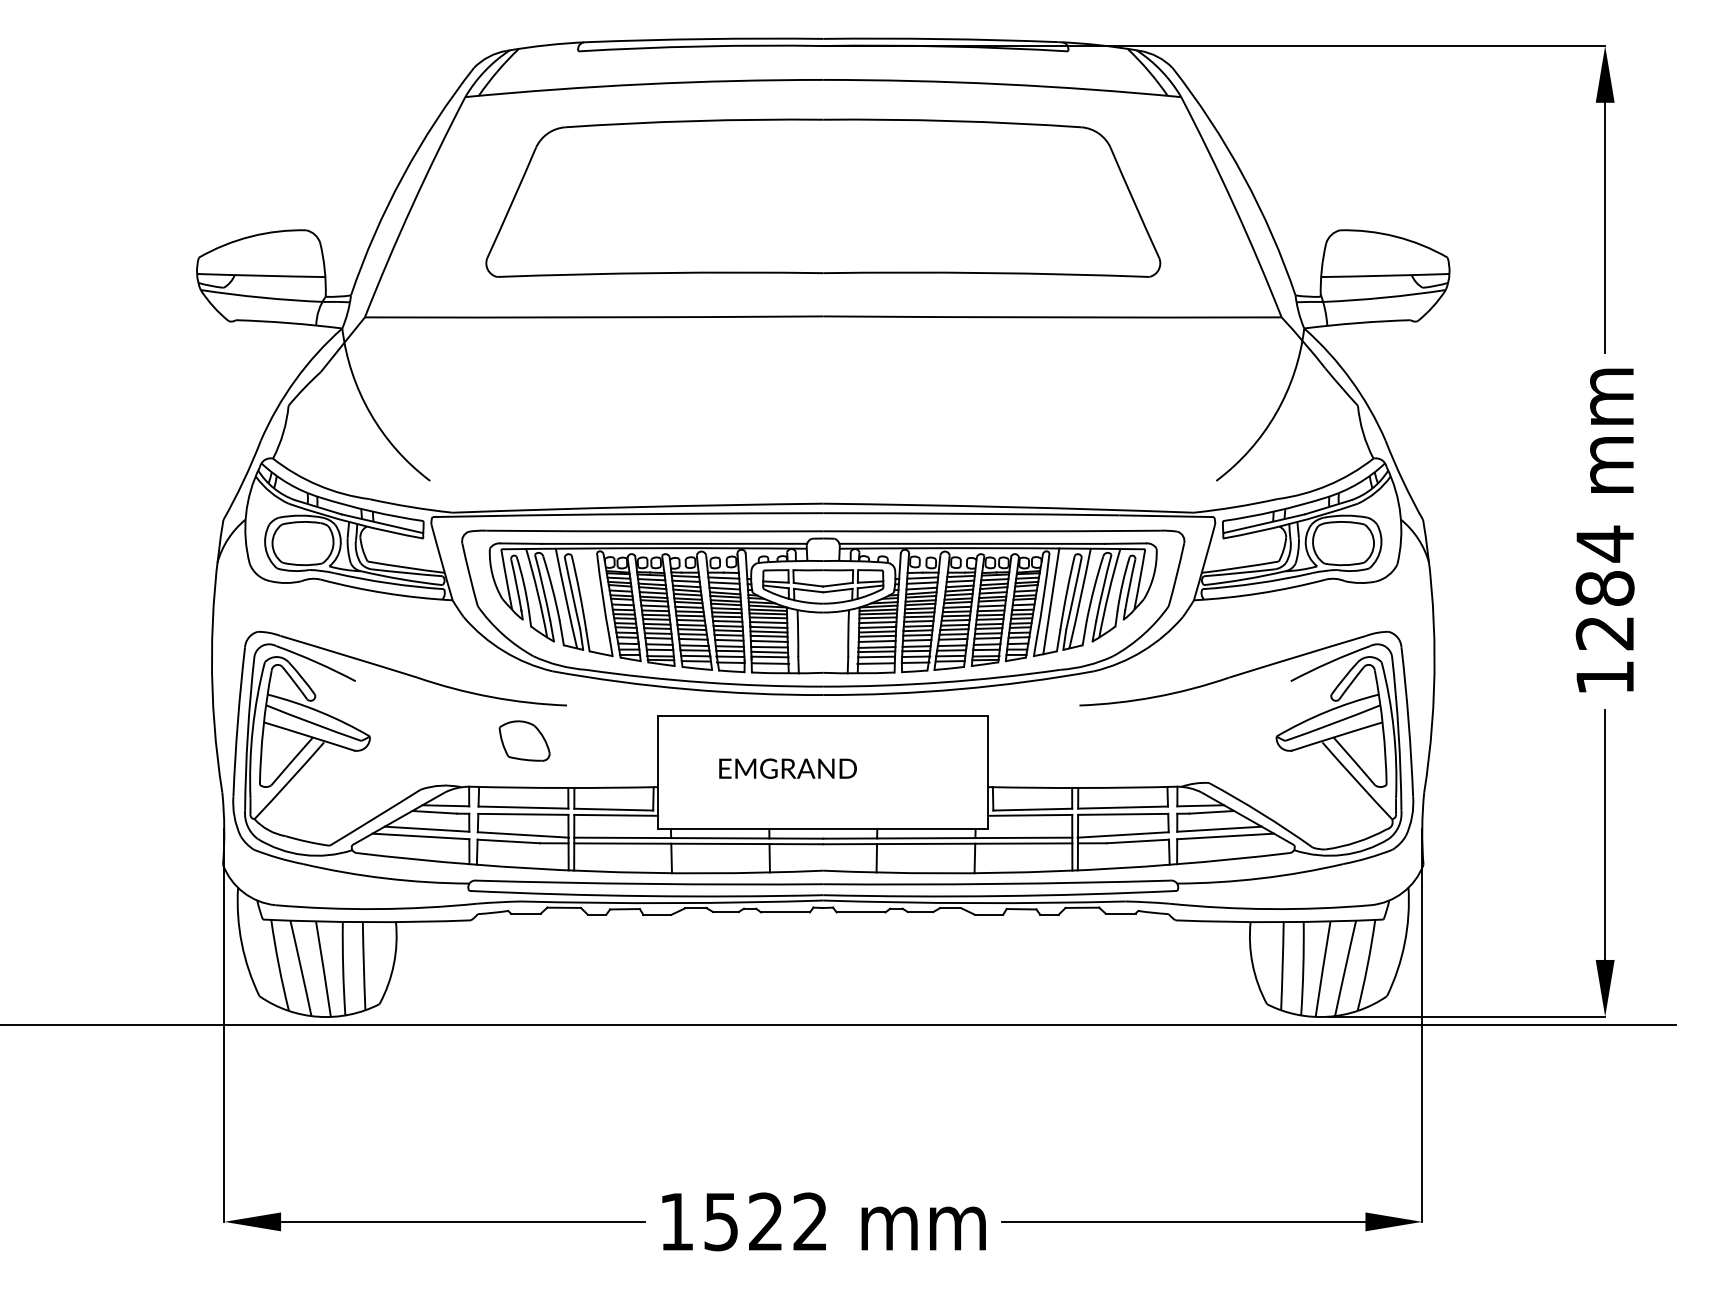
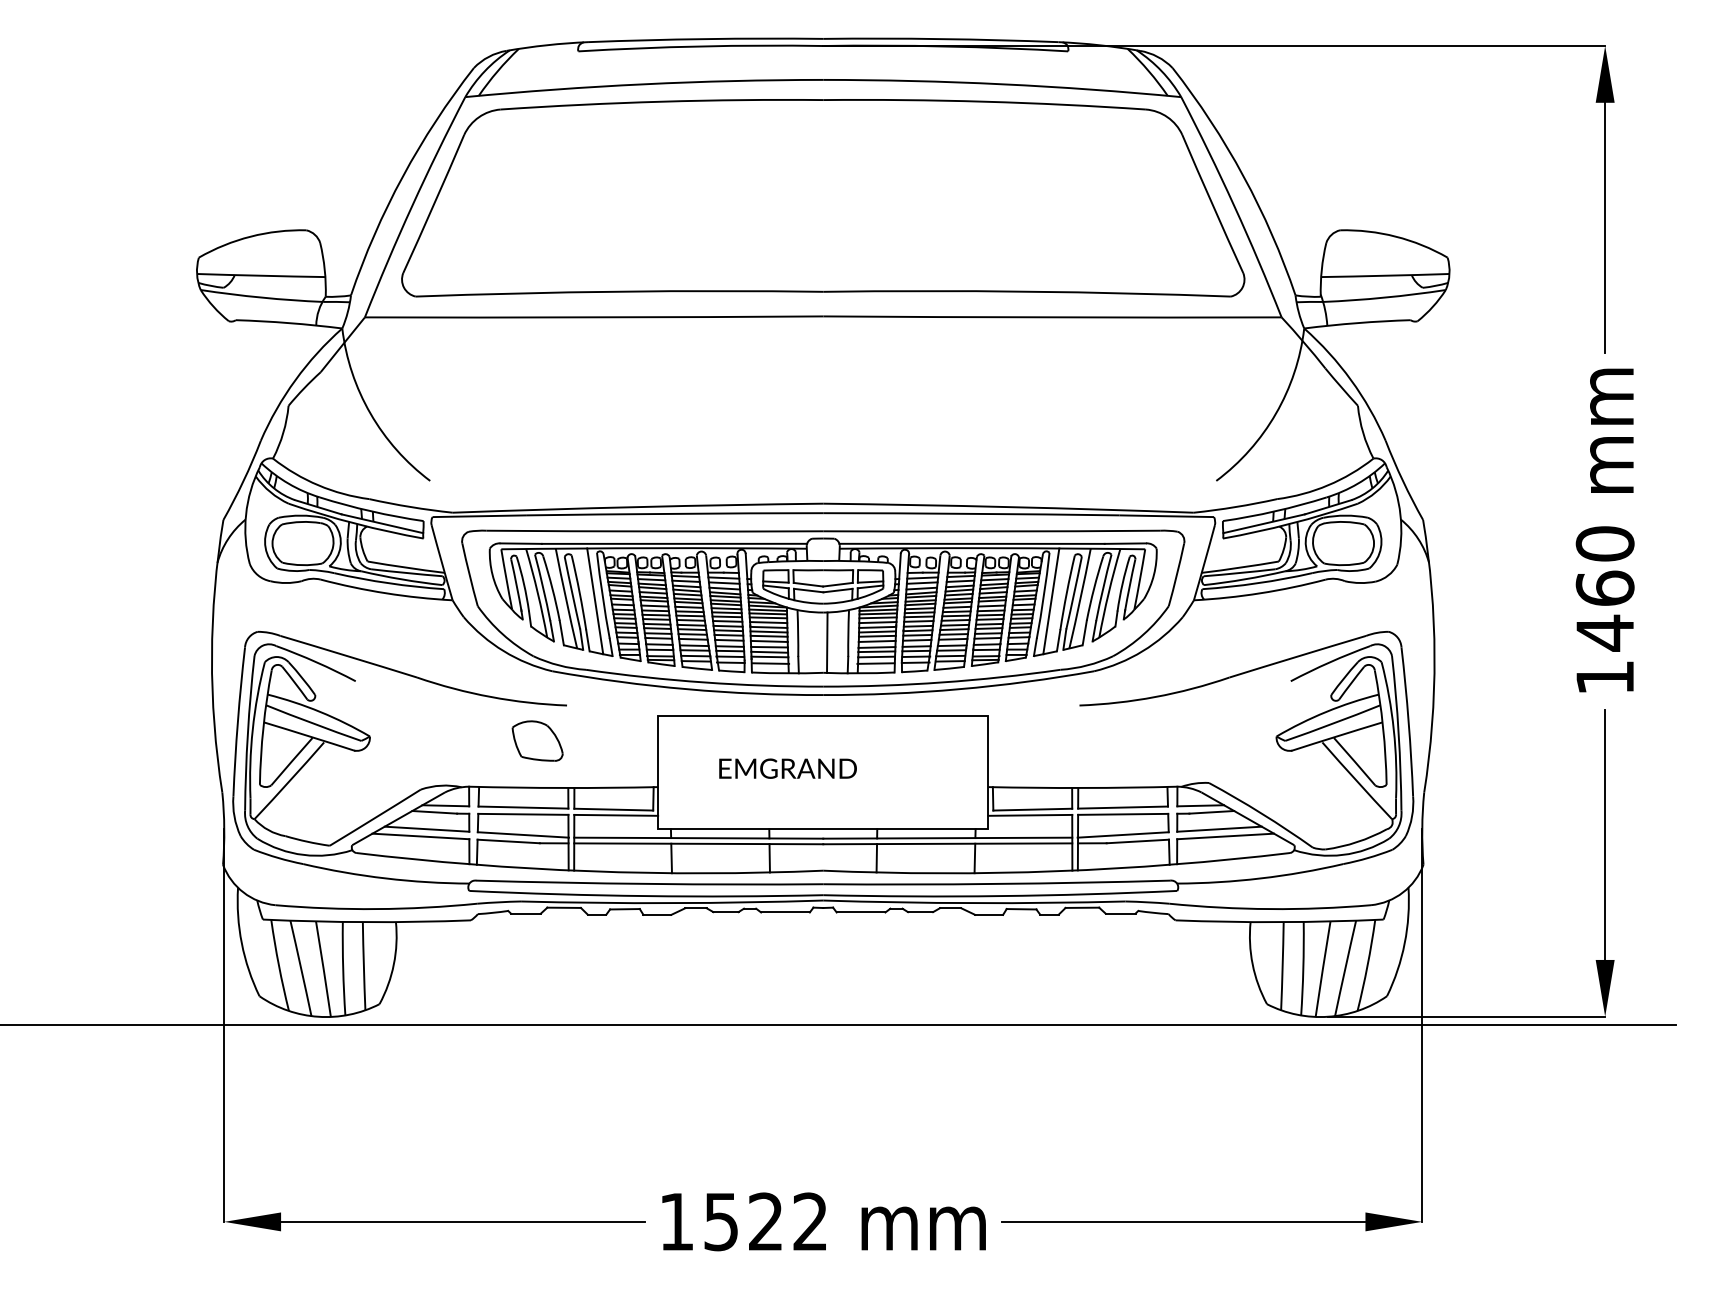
part at (823, 197) size: 677x160 px -> 845x199 px
text at (1604, 588): 1284 -> 1460
line at (595, 601): none -> present
line at (827, 642): none -> present
part at (524, 740) position: (524, 740) -> (537, 740)
